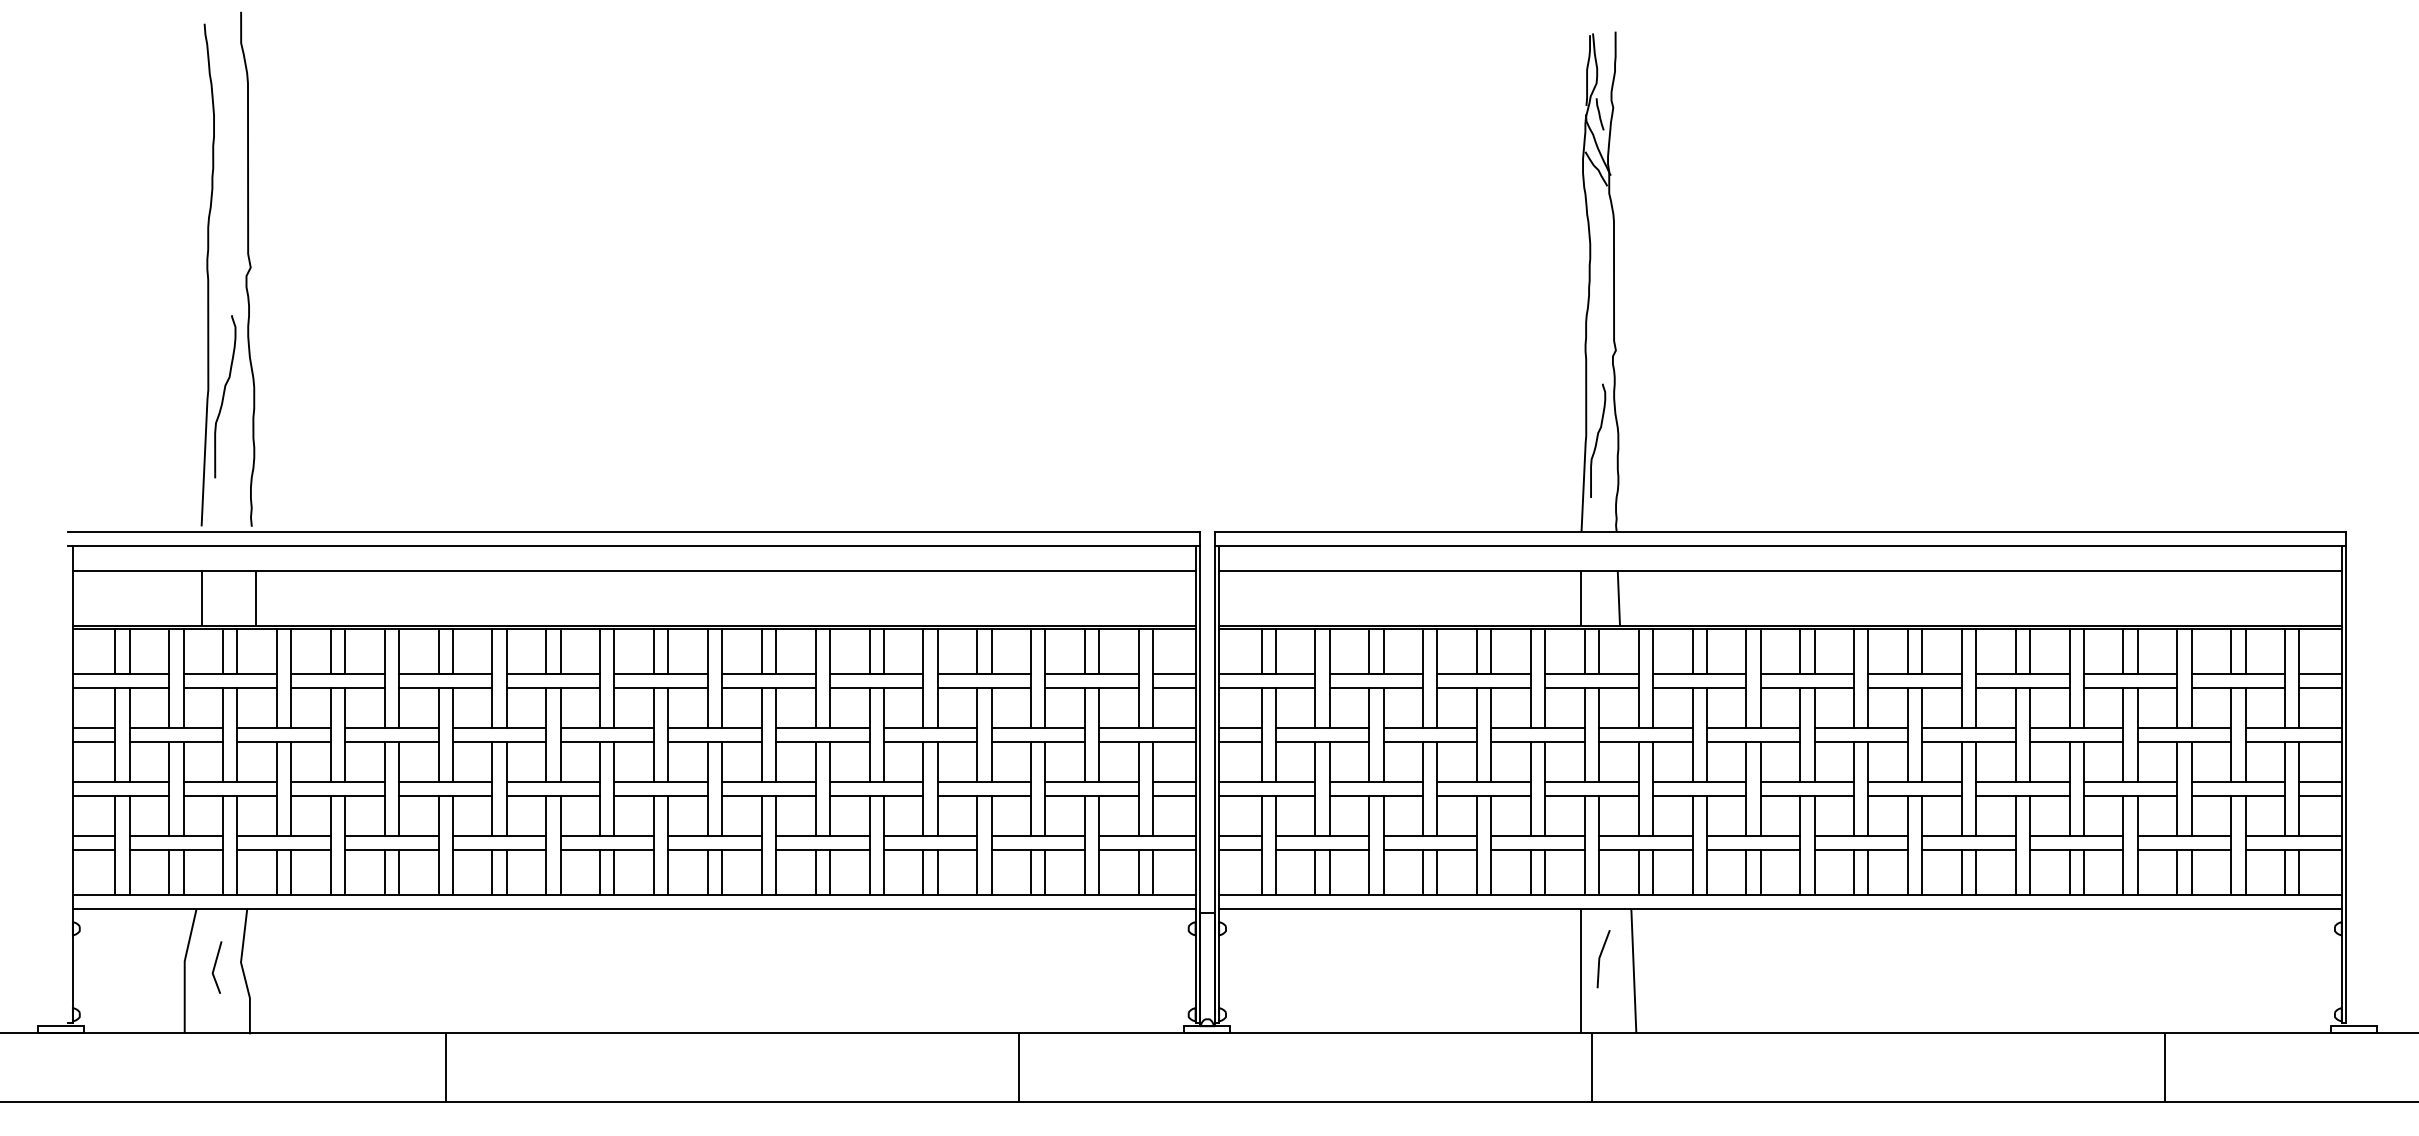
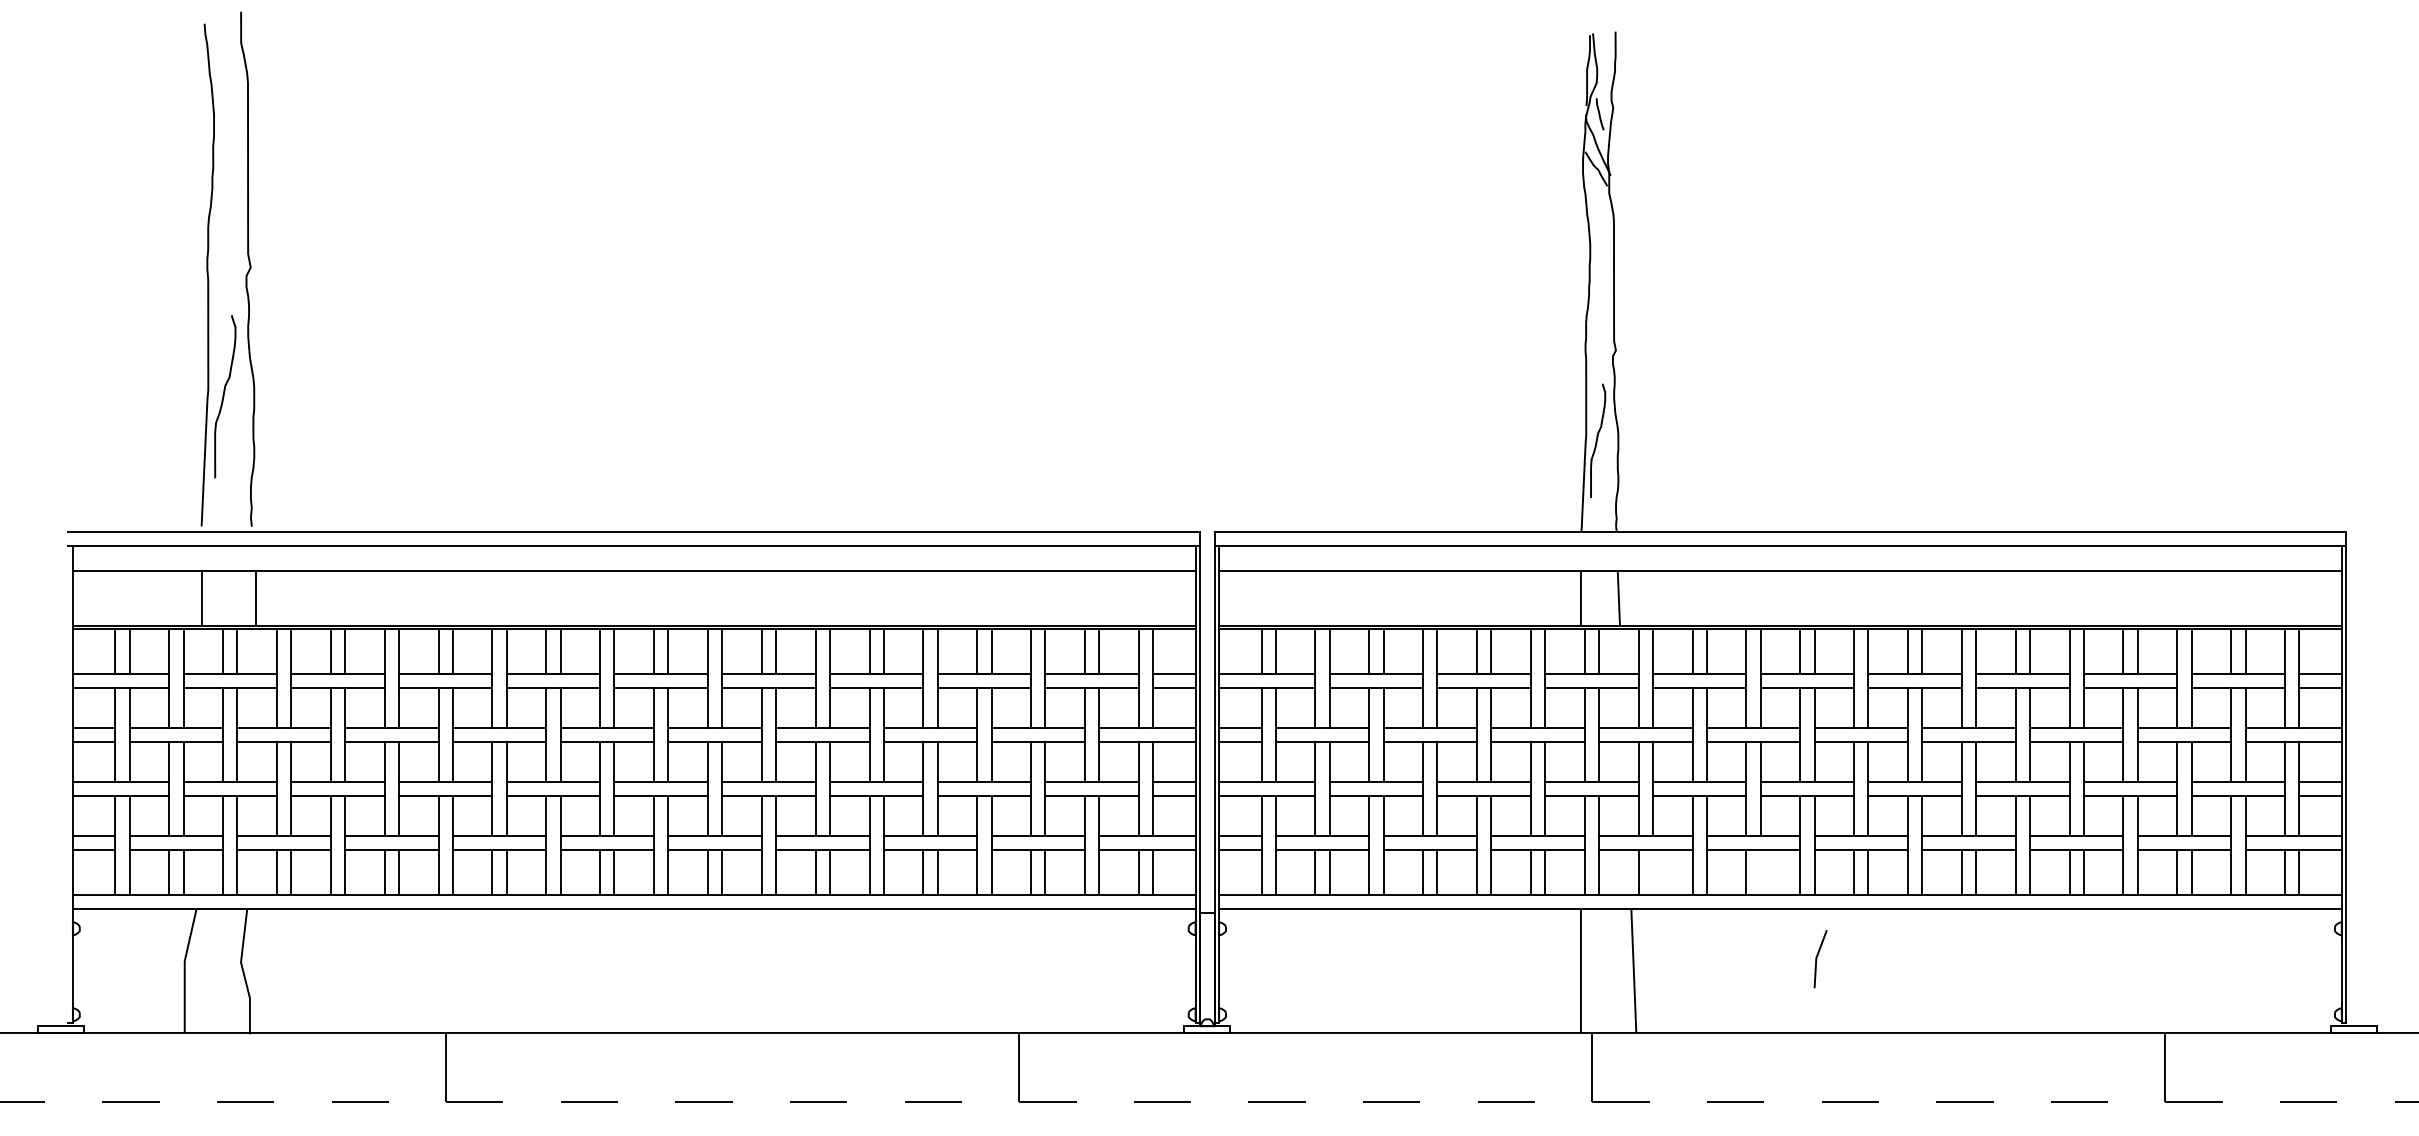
line at (1652, 871): present -> none
line at (1760, 871): present -> none
line at (1600, 959) position: (1600, 959) -> (1817, 959)
line at (215, 967): present -> none
line at (1208, 1101): solid -> dashed
